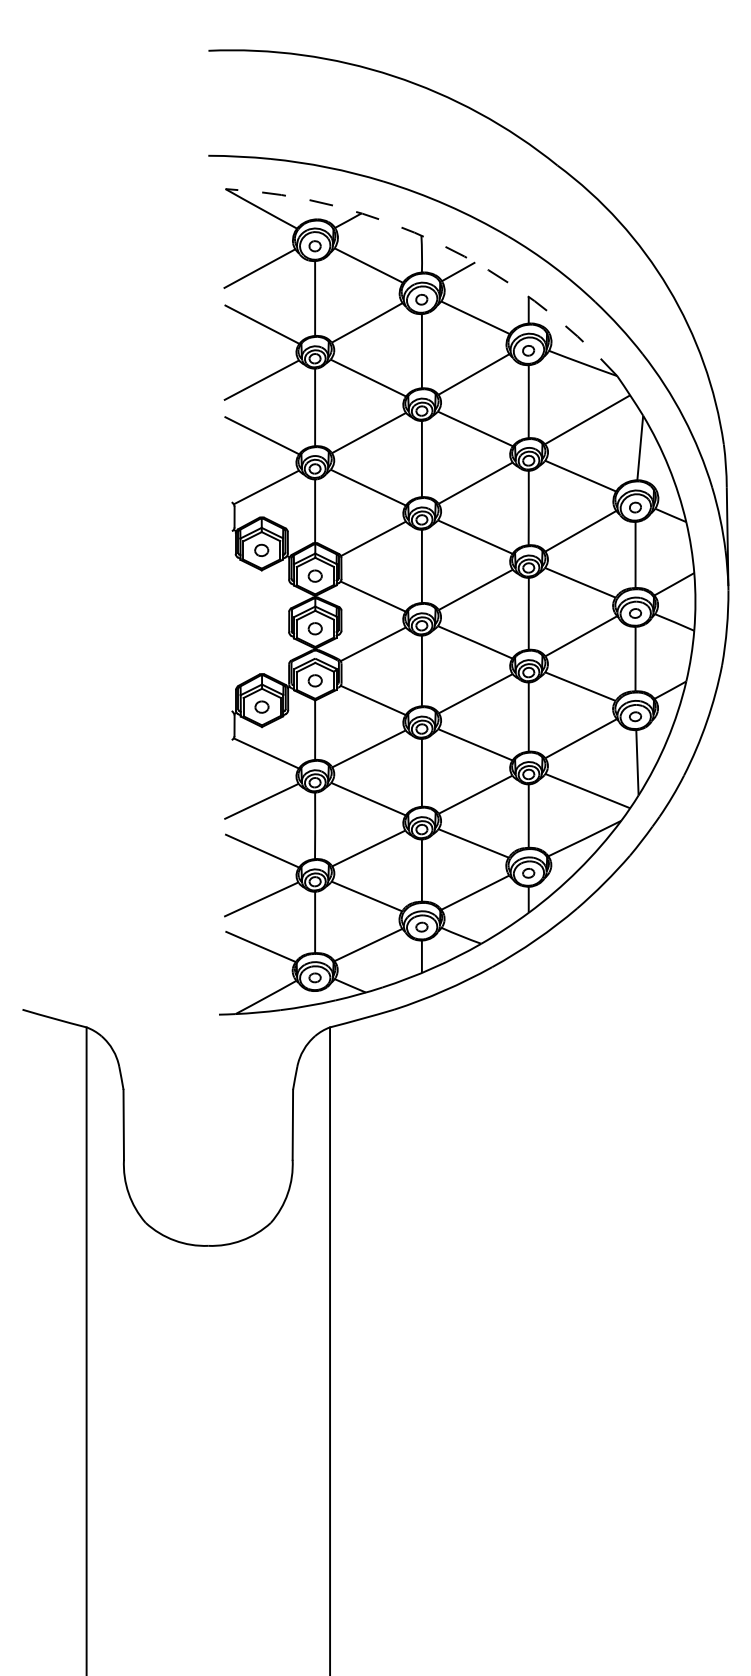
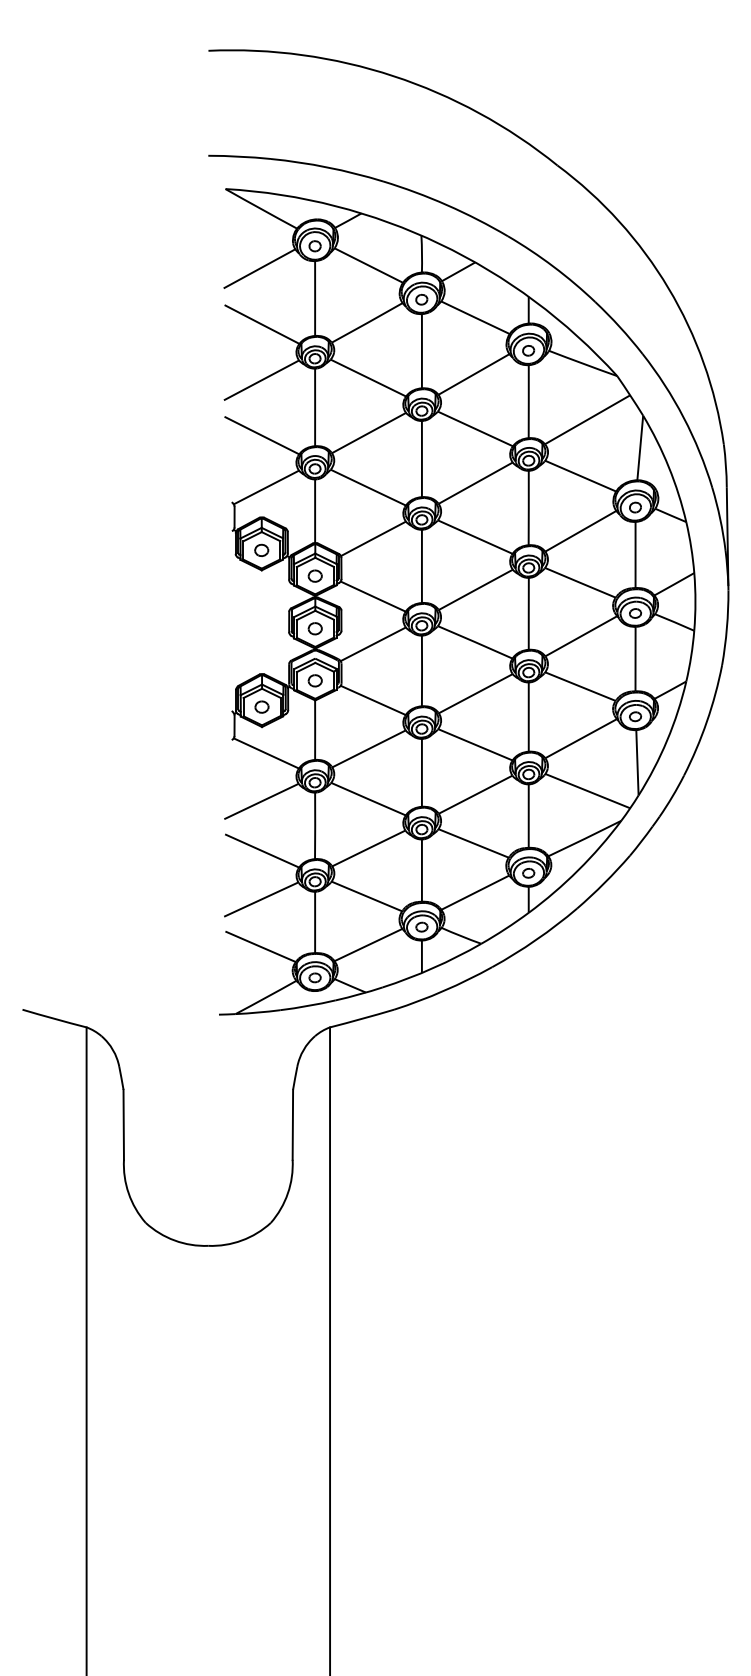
arc at (439, 243): dashed -> solid
